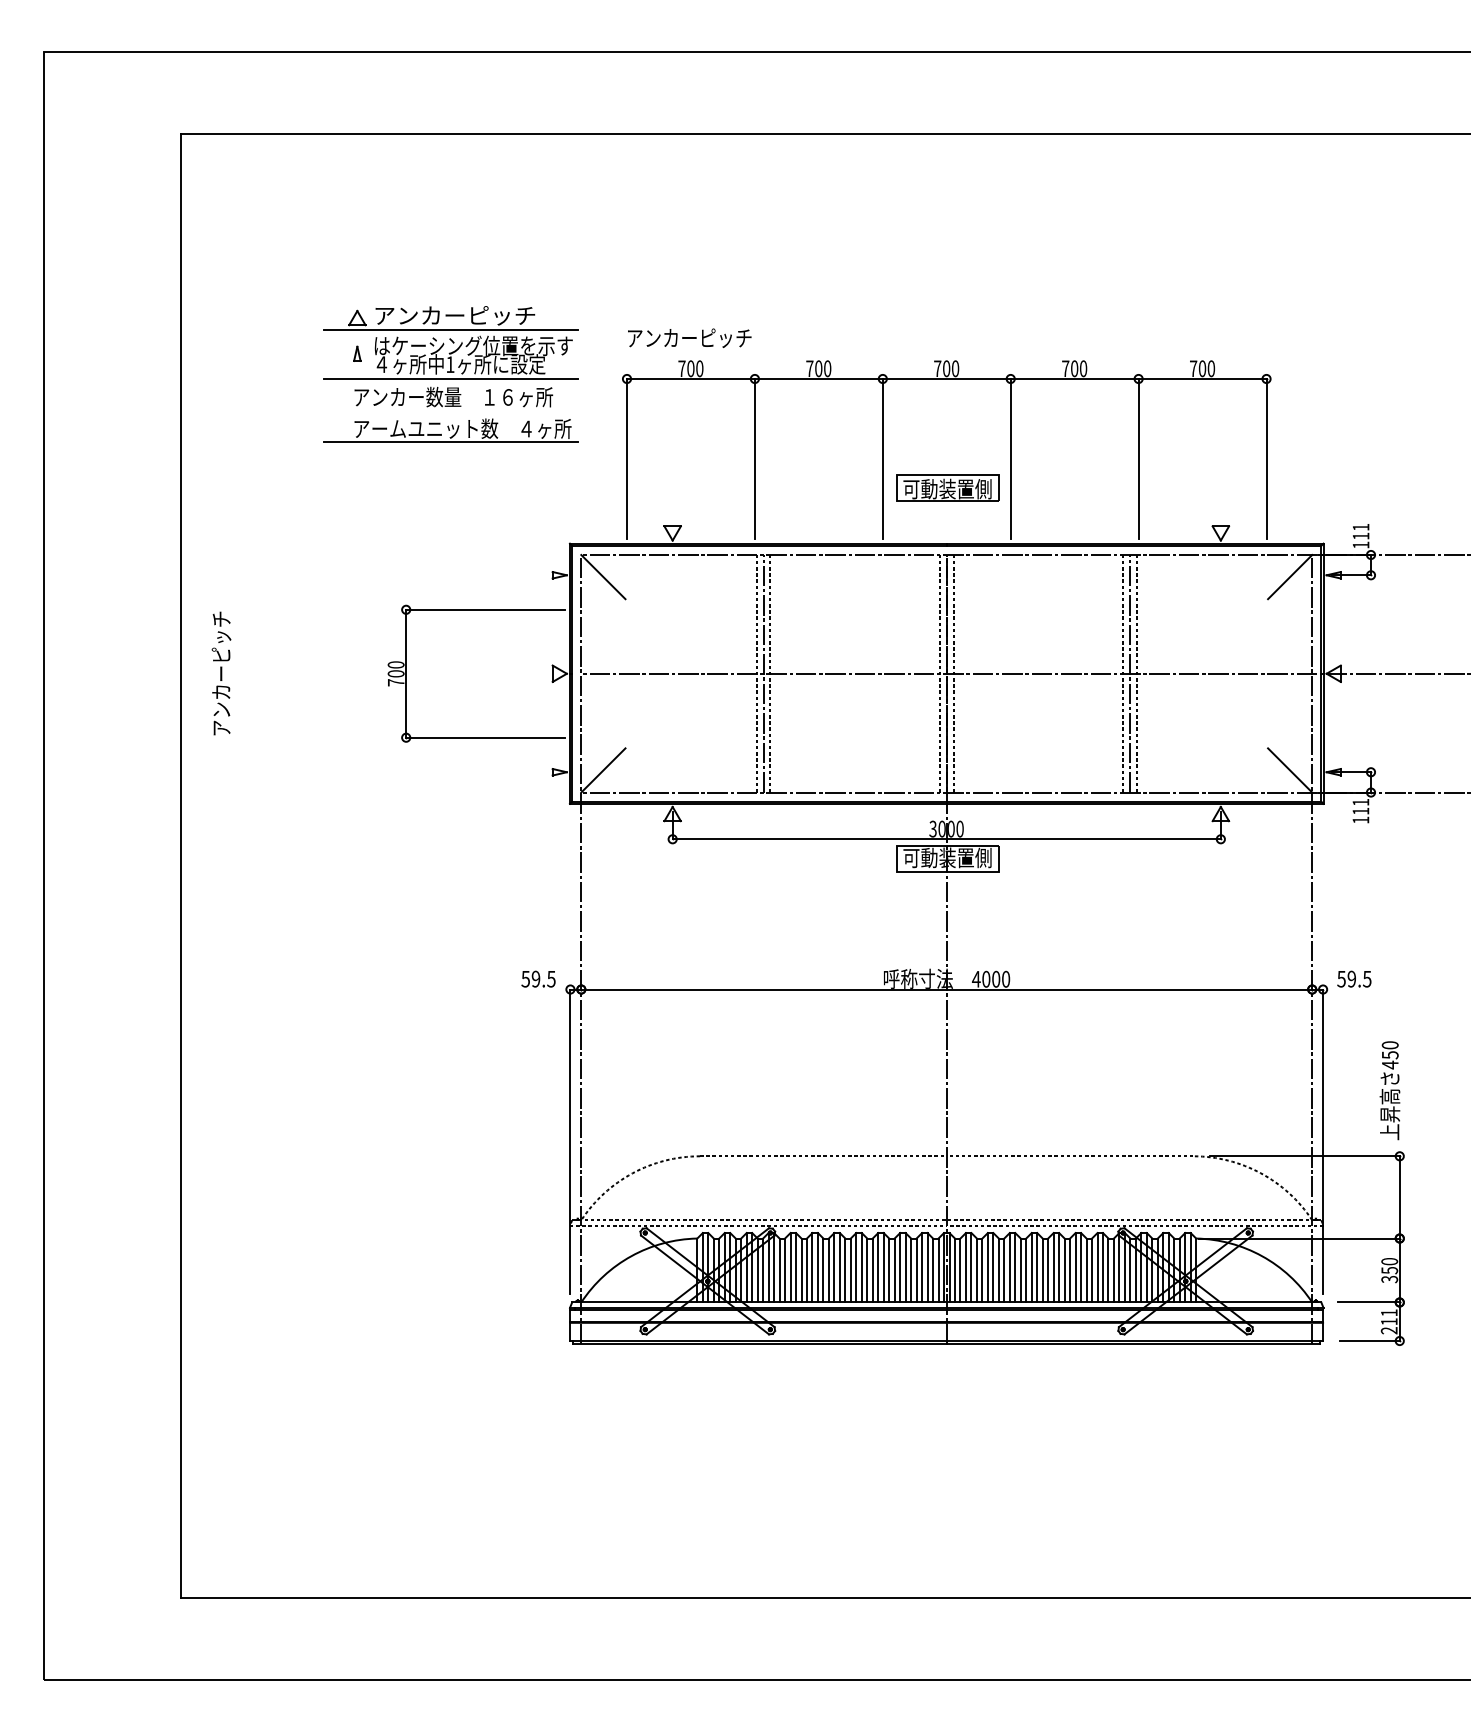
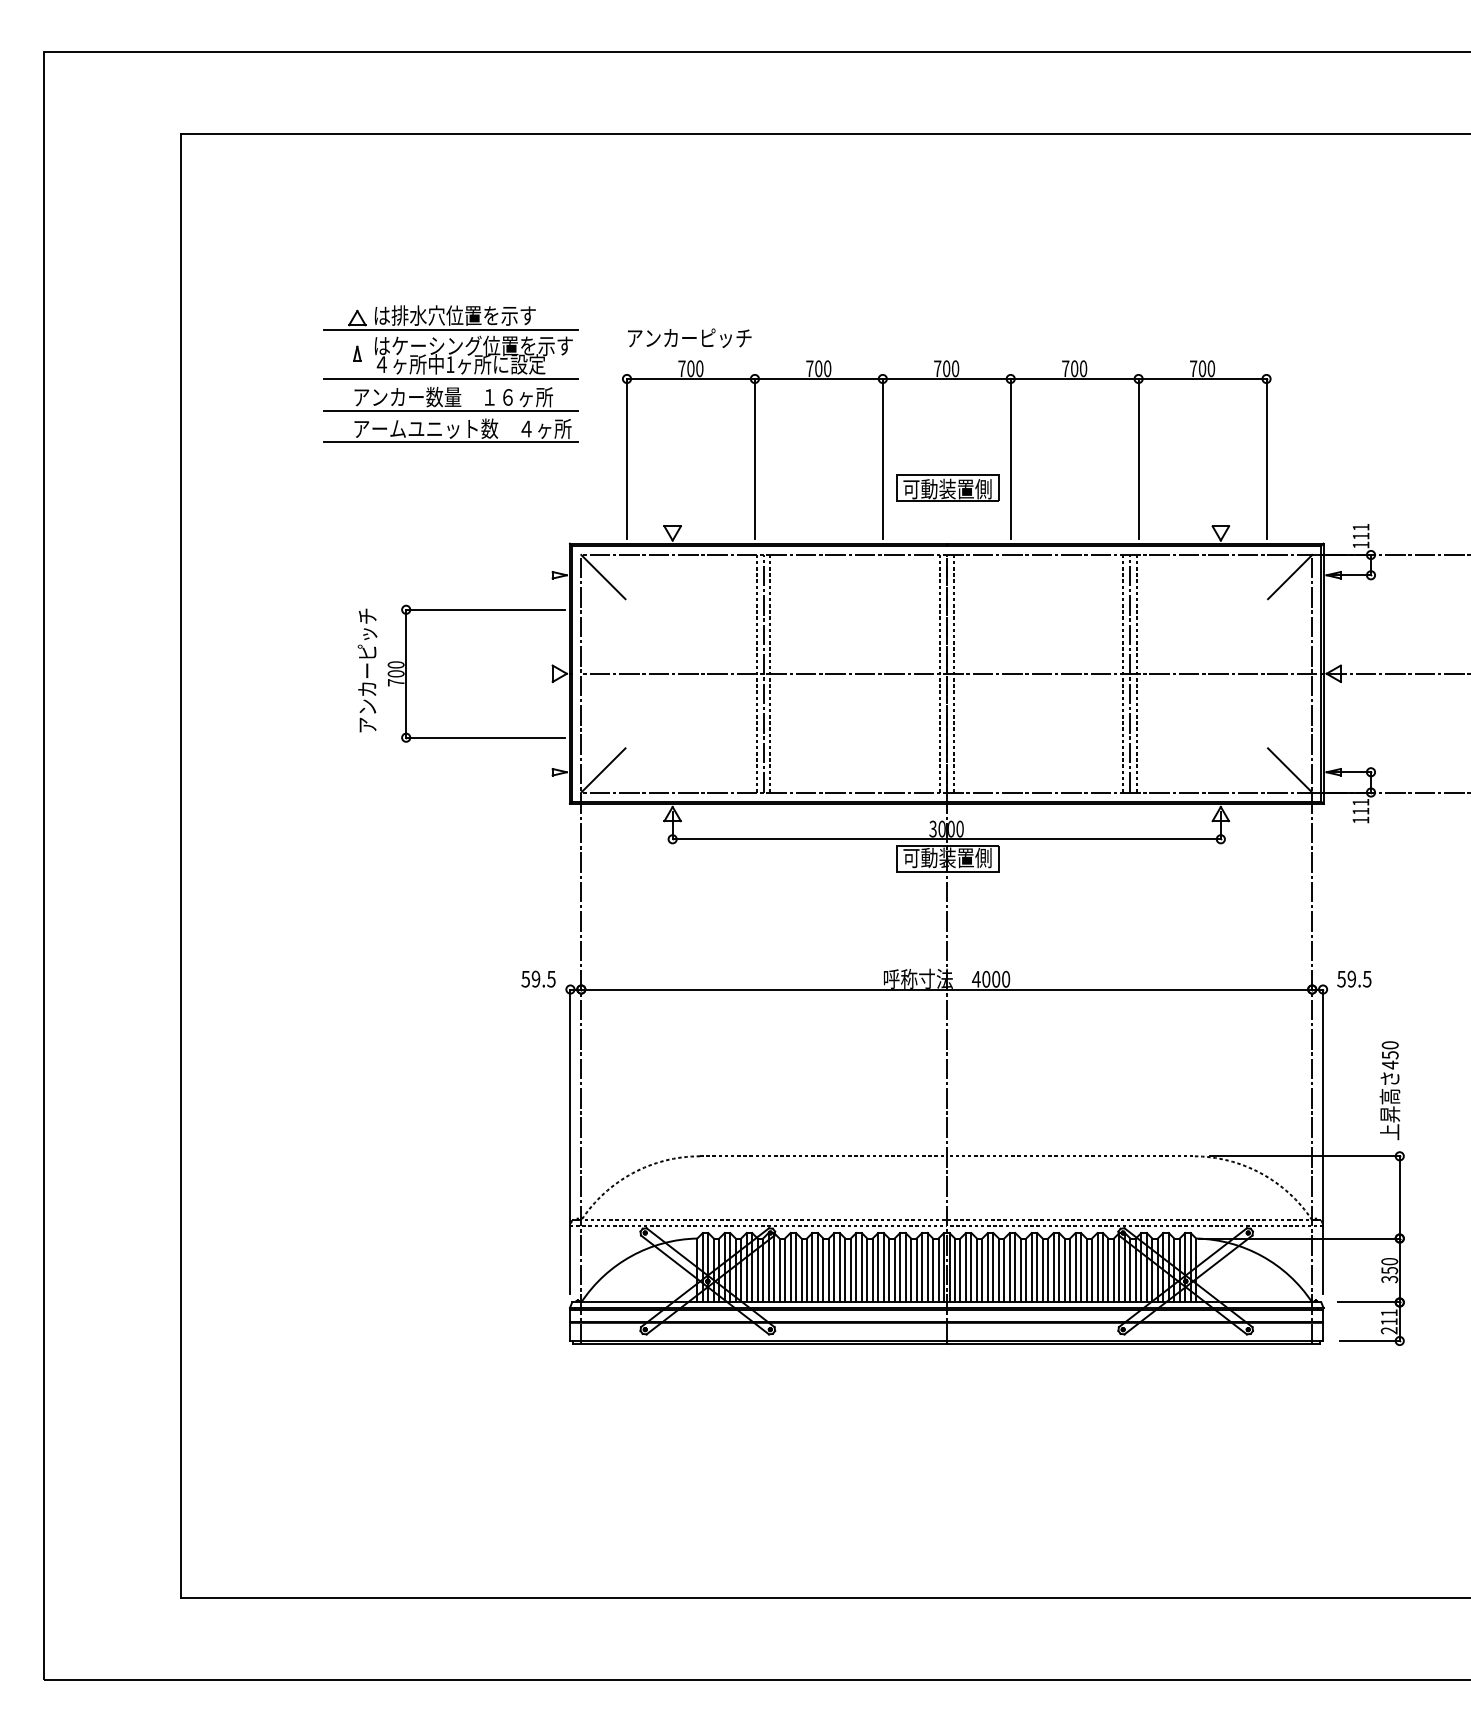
text at (454, 315): アンカーピッチ -> は排水穴位置を示す
line at (450, 410): none -> present
text at (221, 673) position: (221, 673) -> (367, 670)
